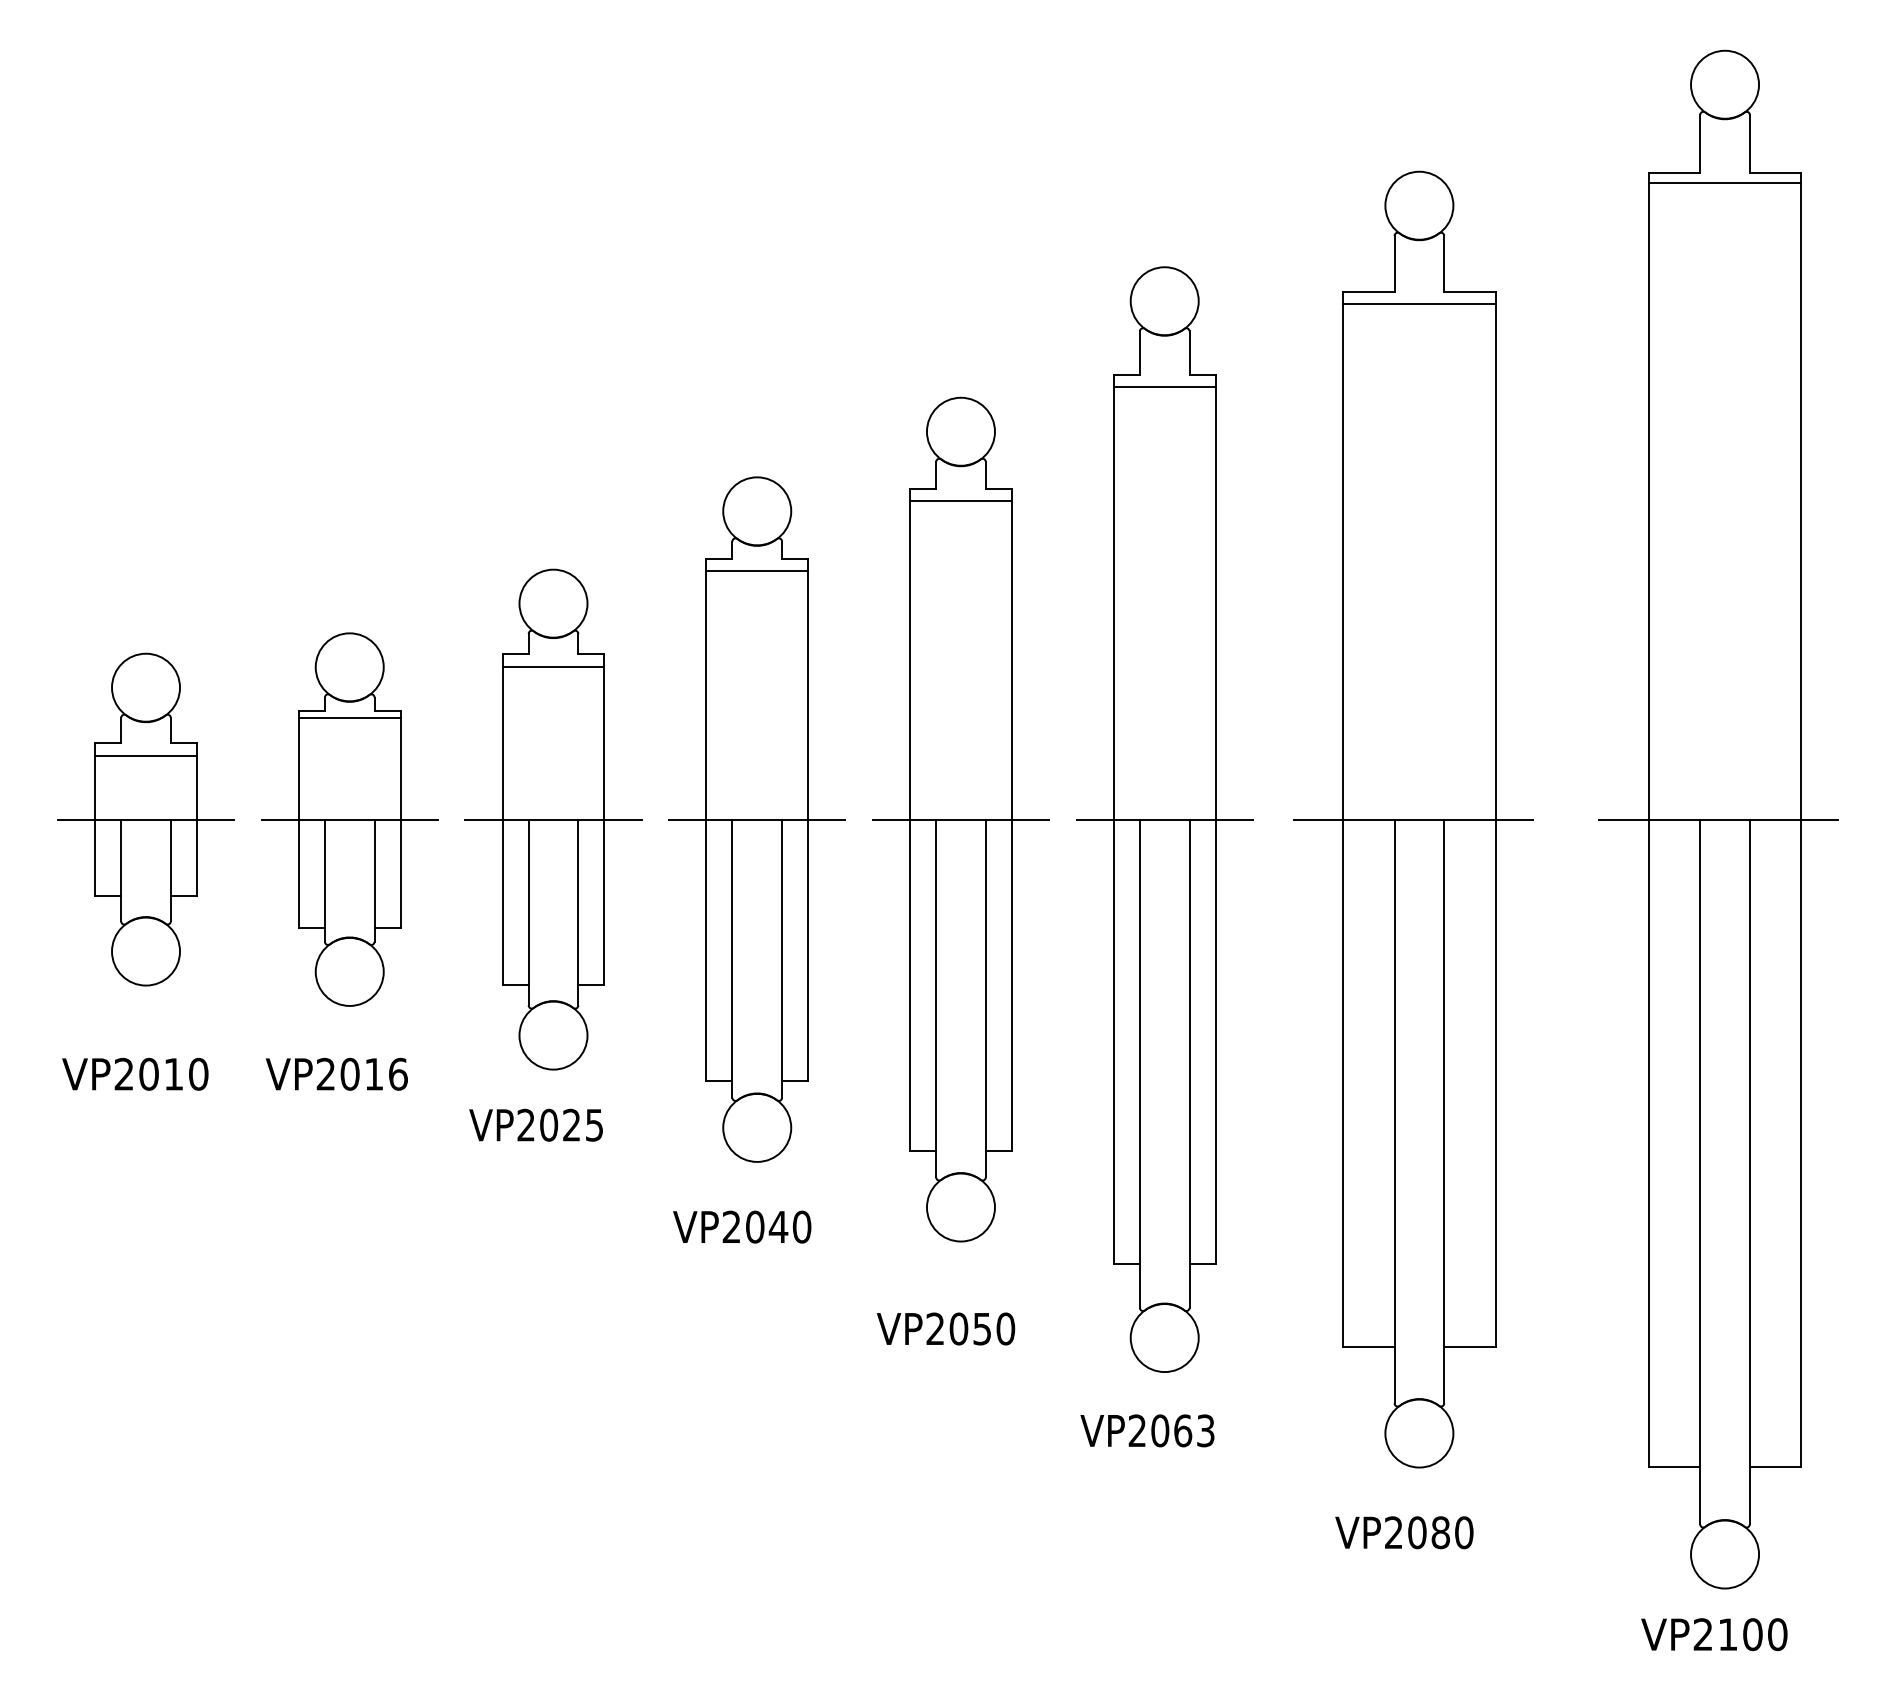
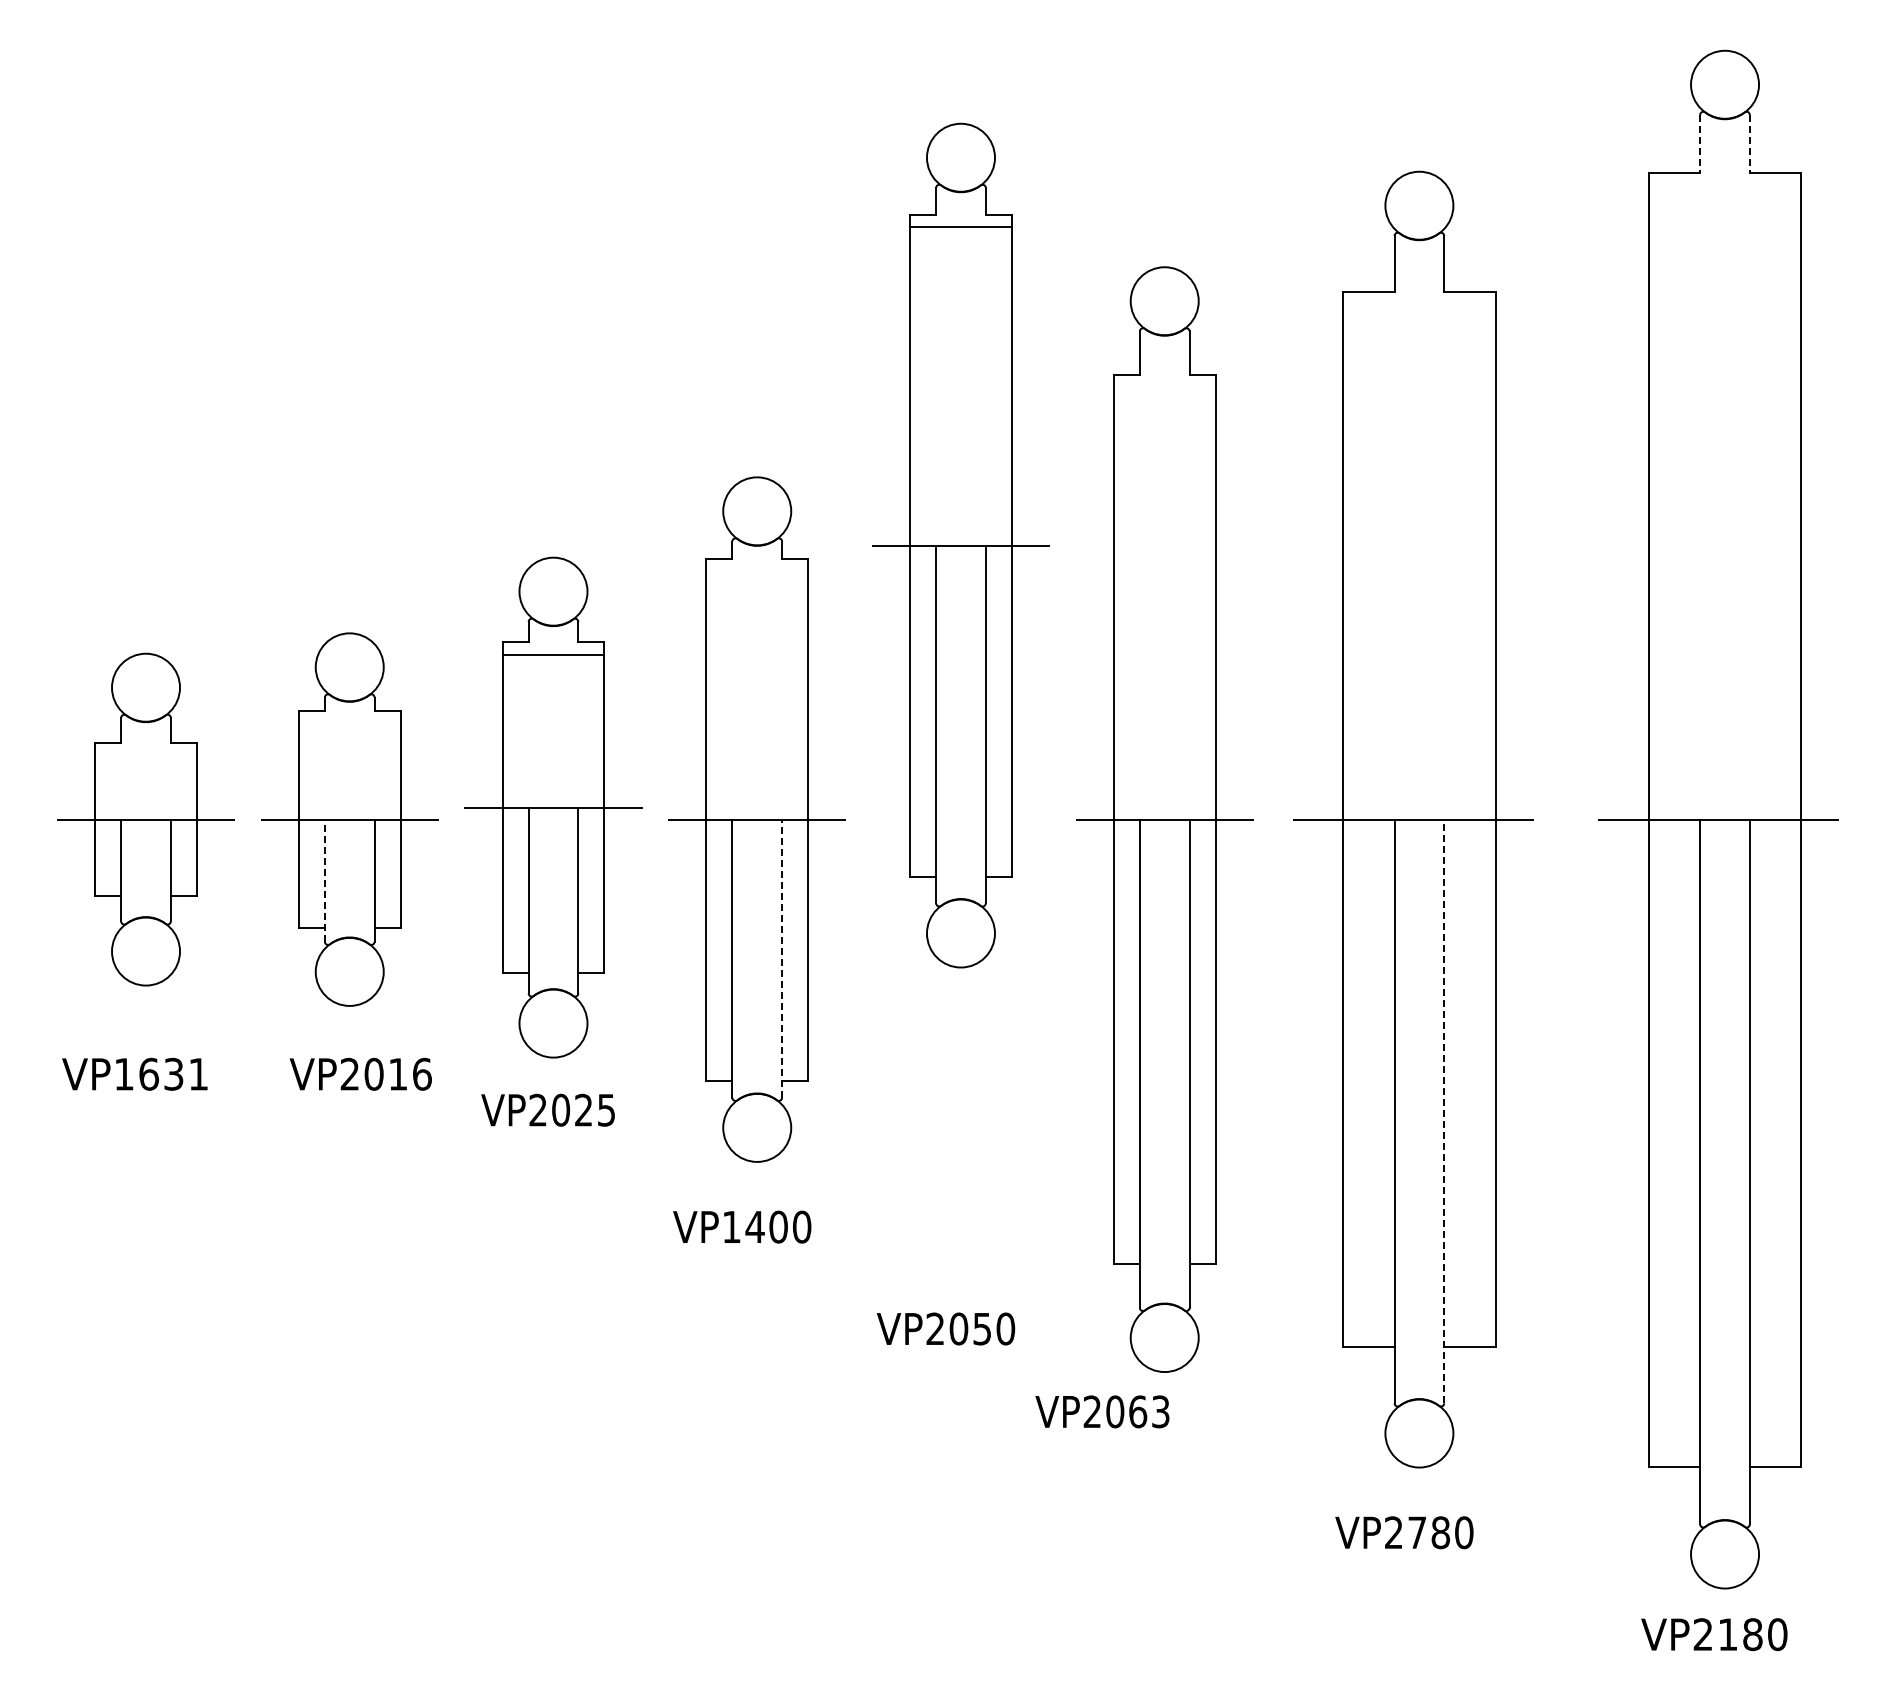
line at (1700, 143): solid -> dashed
line at (1749, 143): solid -> dashed
line at (1724, 182): present -> none
line at (1419, 303): present -> none
line at (1164, 386): present -> none
line at (757, 571): present -> none
line at (349, 717): present -> none
line at (145, 755): present -> none
part at (553, 819) position: (553, 819) -> (553, 807)
part at (960, 819) position: (960, 819) -> (960, 545)
line at (324, 880): solid -> dashed
line at (782, 958): solid -> dashed
text at (161, 1073): VP2010 -> VP1631
text at (336, 1073) position: (336, 1073) -> (360, 1073)
line at (1444, 1111): solid -> dashed
text at (535, 1124) position: (535, 1124) -> (547, 1109)
text at (755, 1226): VP2040 -> VP1400
text at (1147, 1430) position: (1147, 1430) -> (1102, 1411)
text at (1417, 1532): VP2080 -> VP2780
text at (1752, 1634): VP2100 -> VP2180
